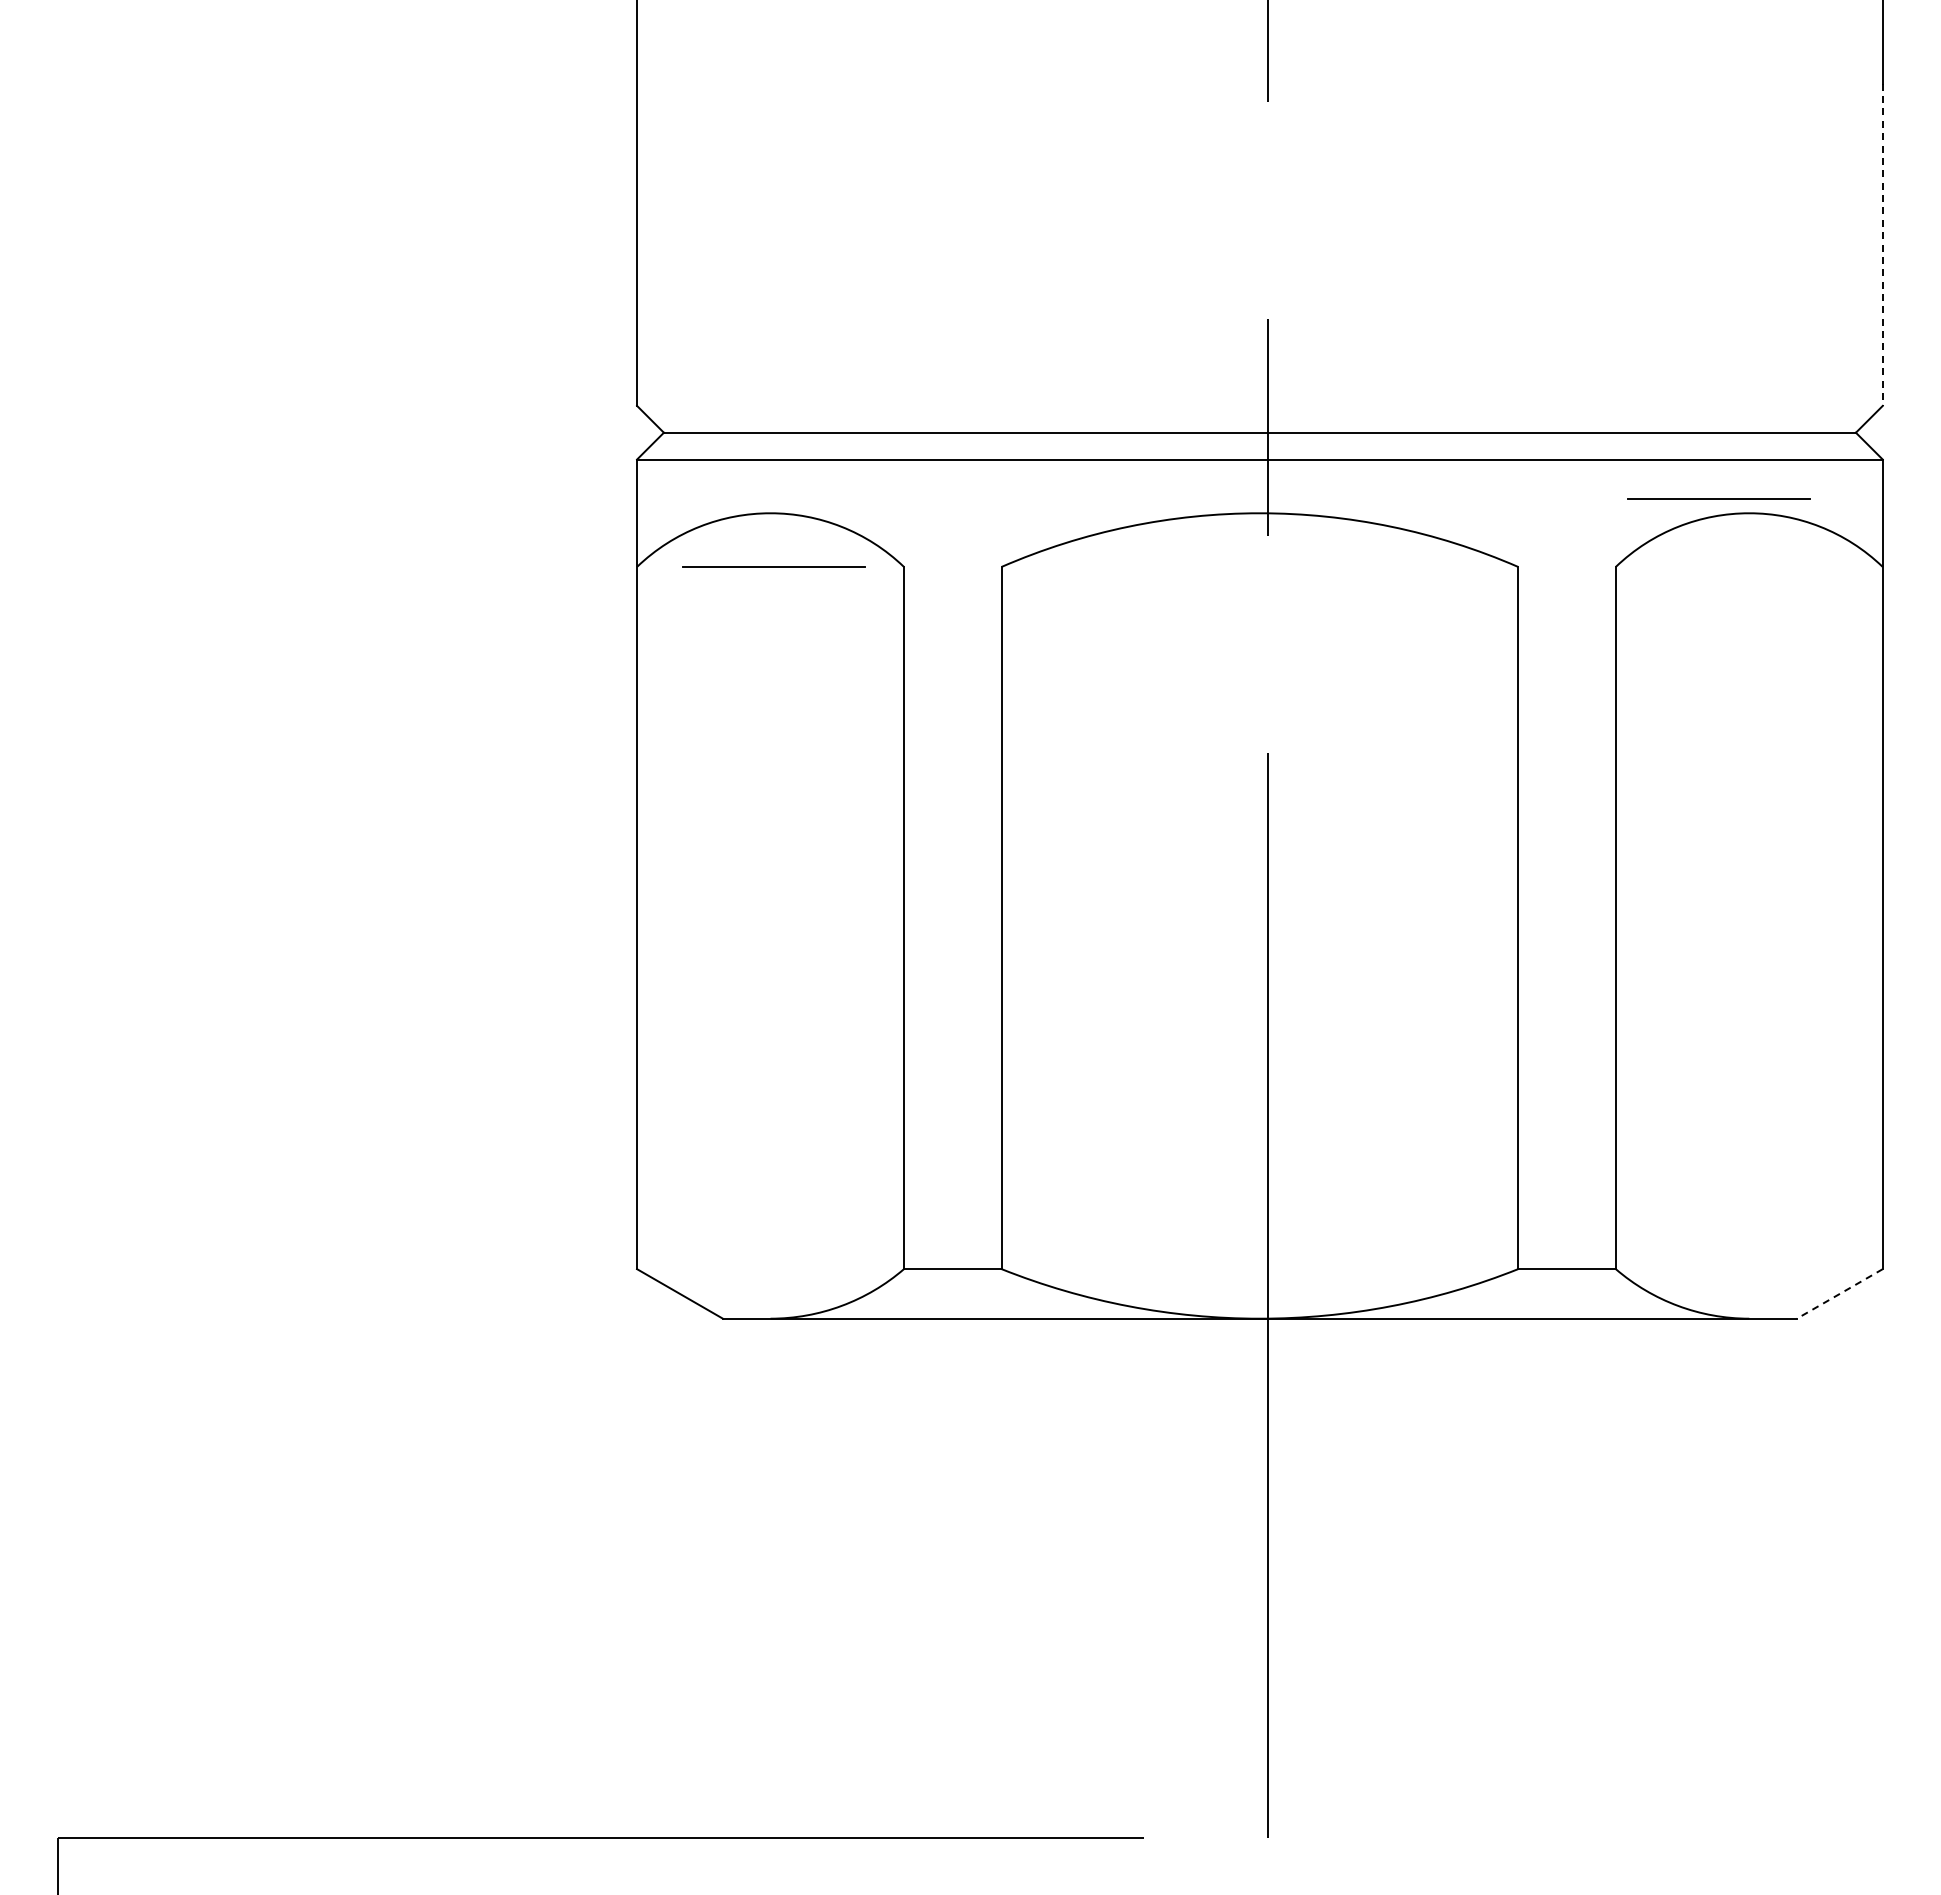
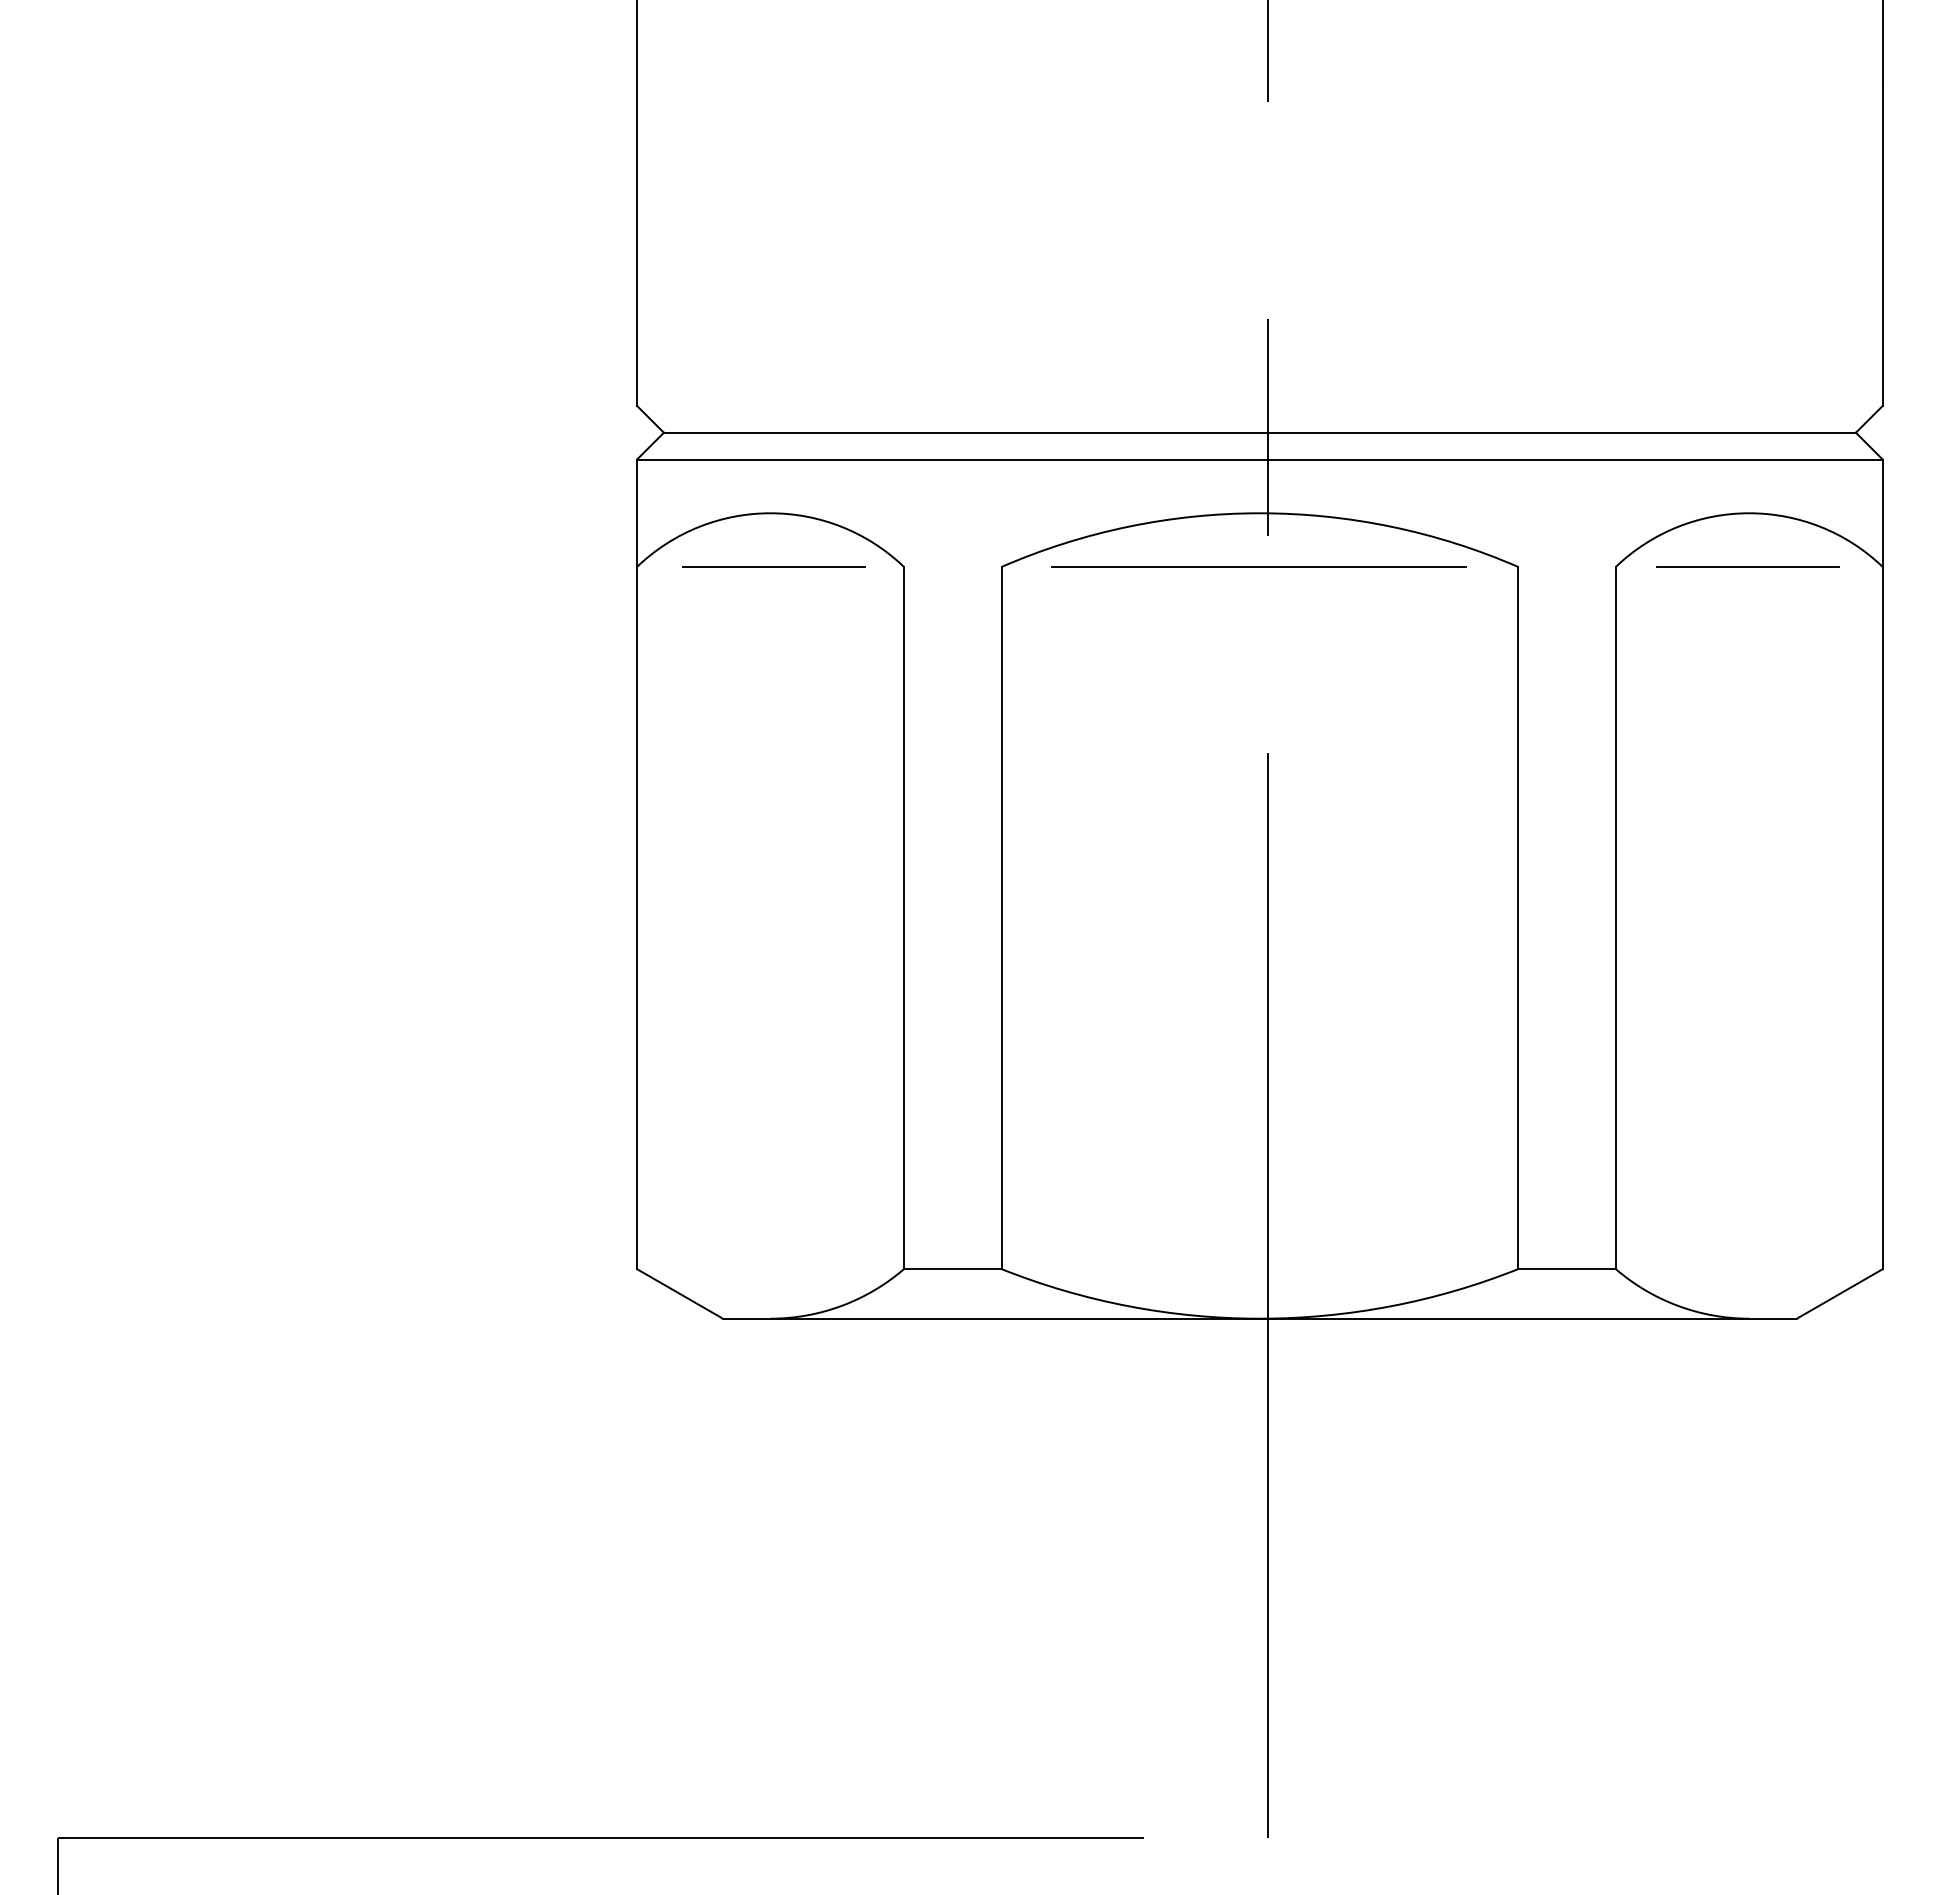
line at (1882, 245): dashed -> solid
line at (1718, 498) position: (1718, 498) -> (1747, 566)
line at (1258, 566): none -> present
line at (1839, 1293): dashed -> solid
